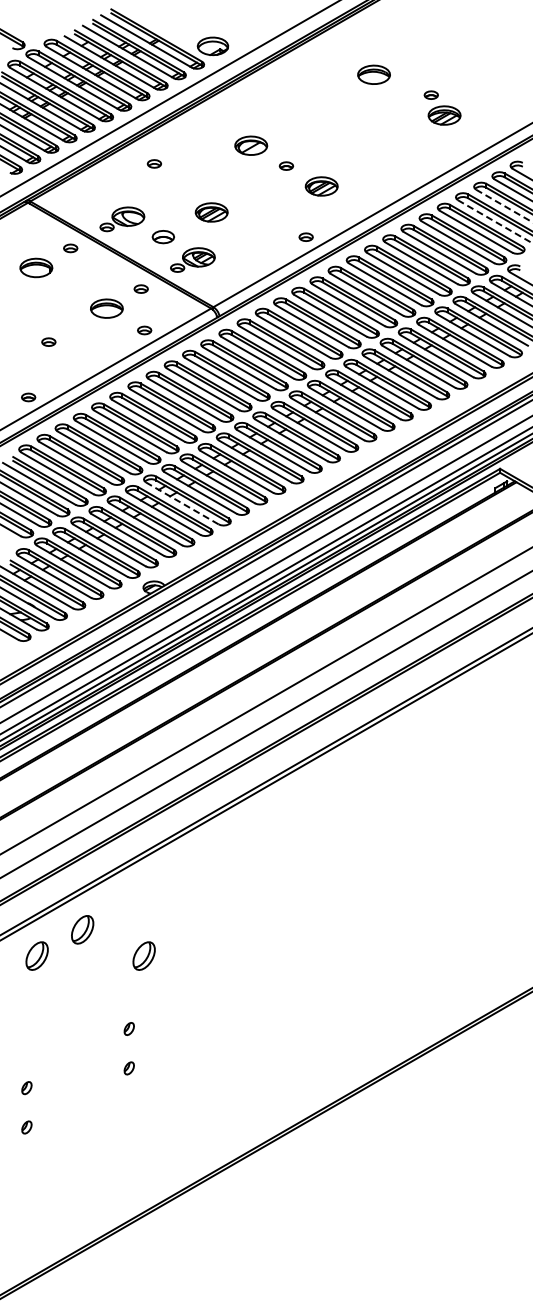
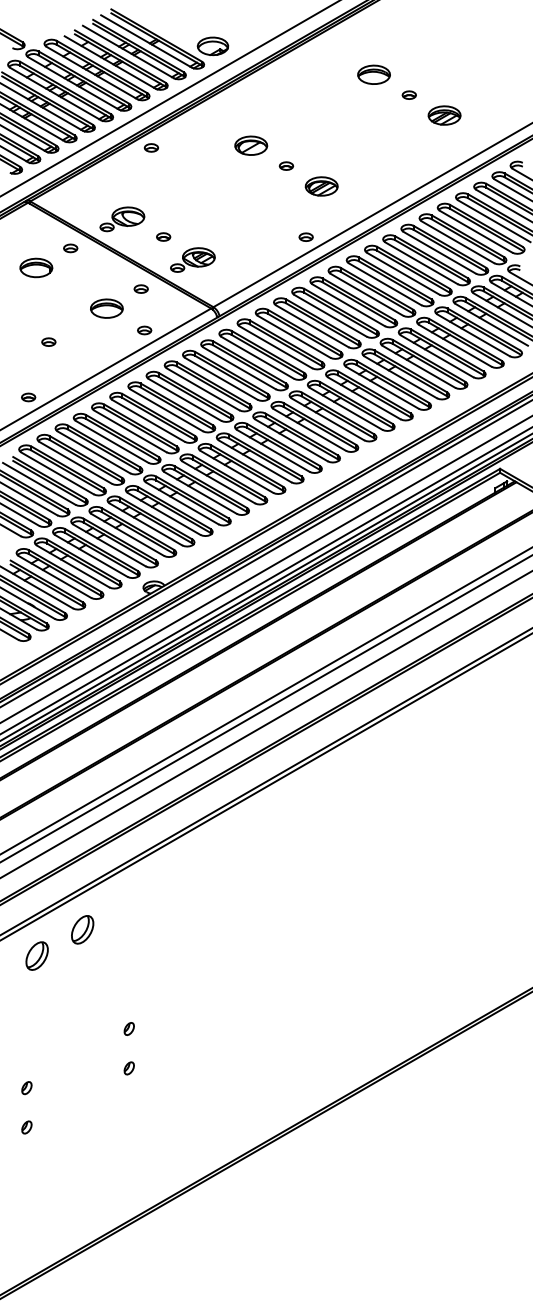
part at (430, 94) position: (430, 94) -> (408, 94)
part at (153, 163) position: (153, 163) -> (150, 147)
line at (503, 205): dashed -> solid
part at (211, 212): present -> none
line at (494, 221): dashed -> solid
part at (162, 237) size: 24x15 px -> 16x10 px
line at (182, 503): dashed -> solid
line at (265, 708): none -> present
part at (143, 955): present -> none
